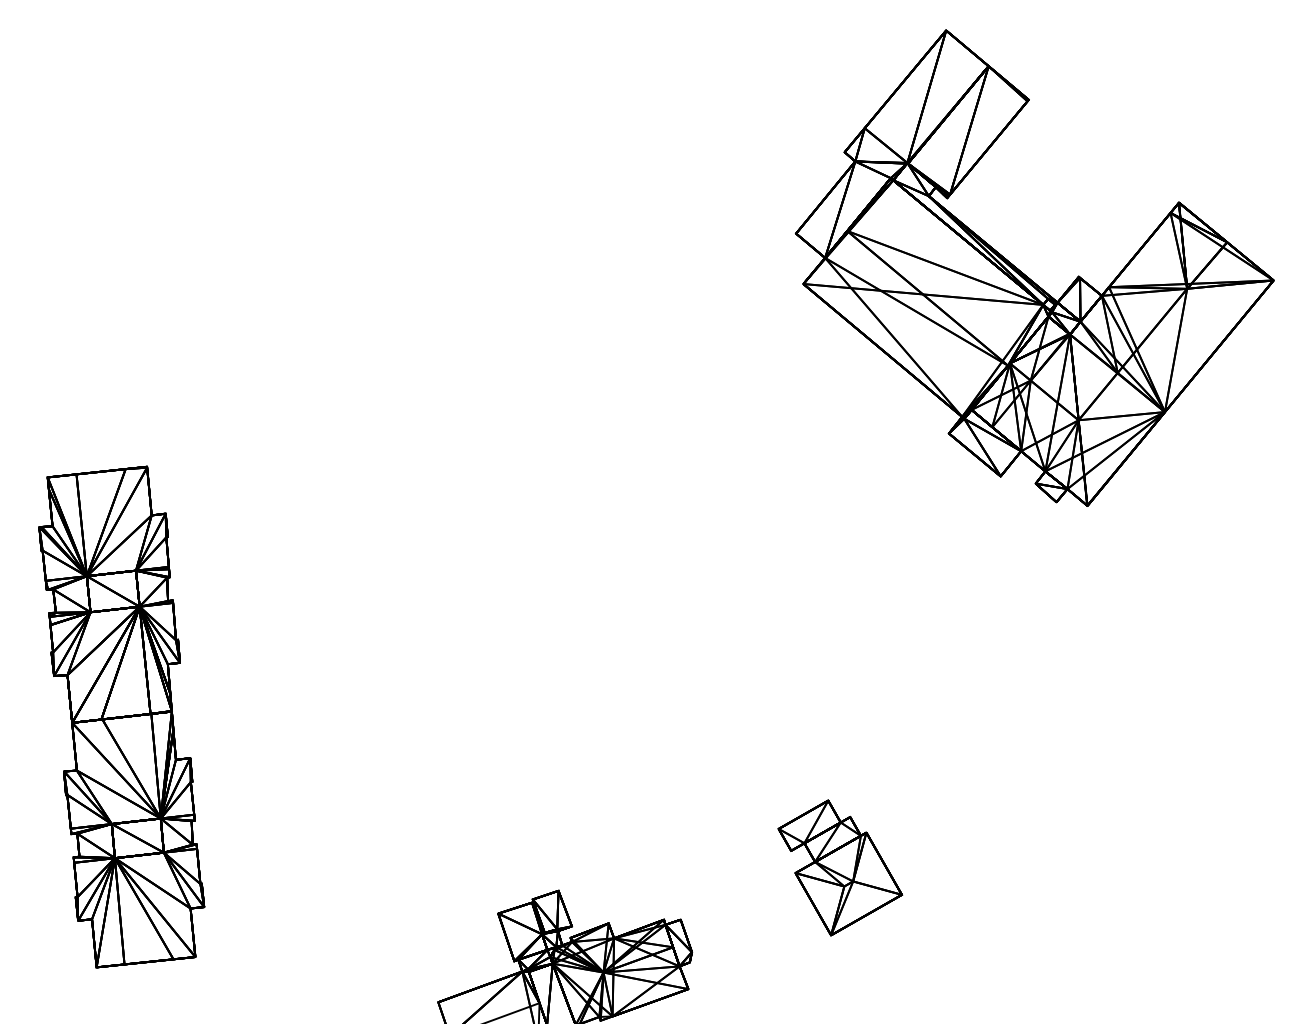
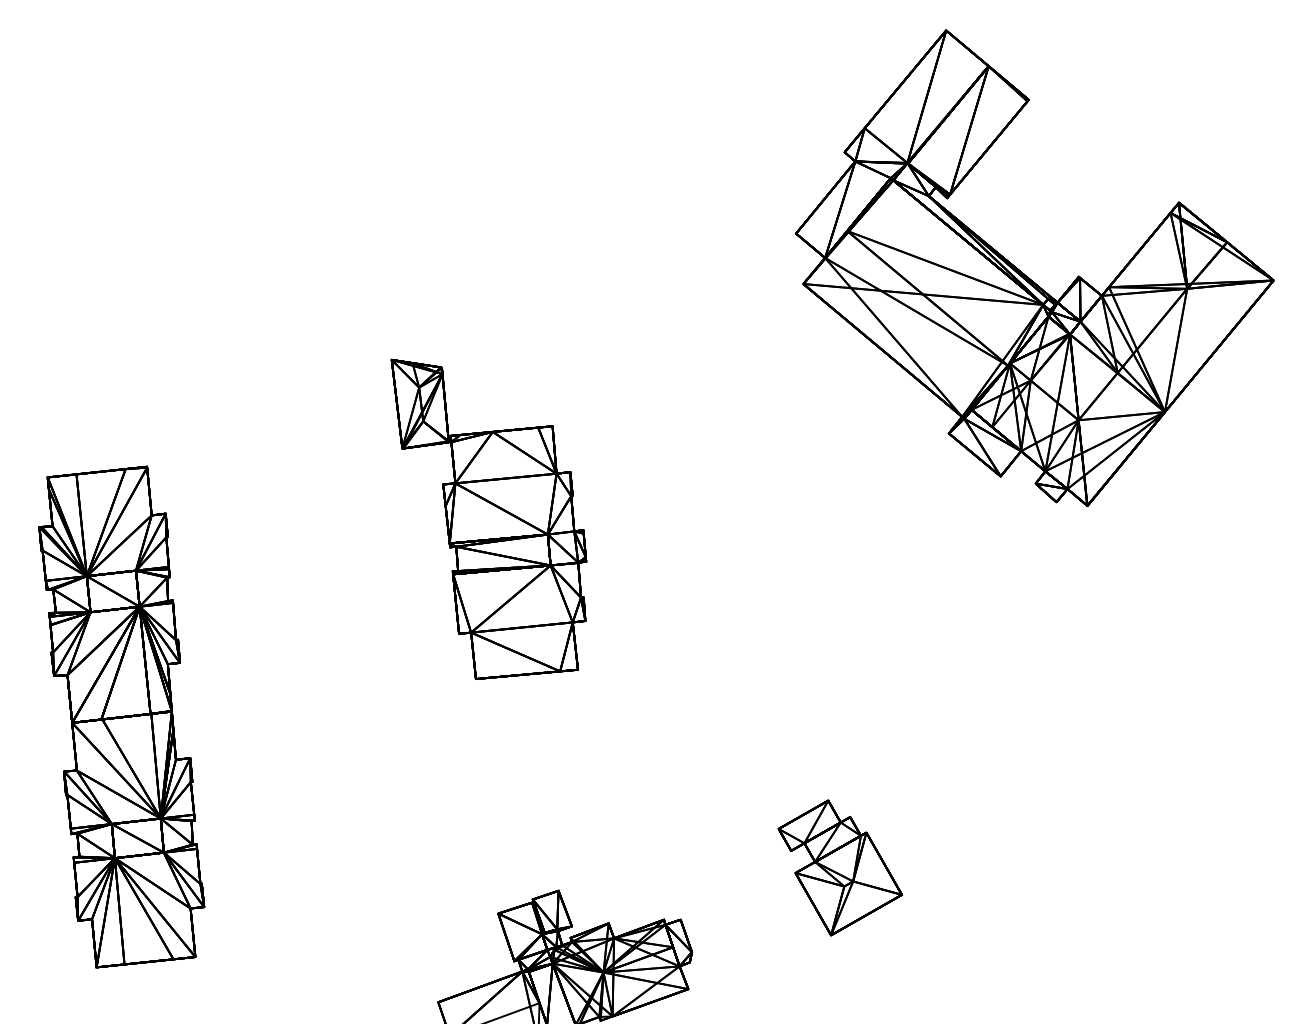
part at (488, 518): none -> present
